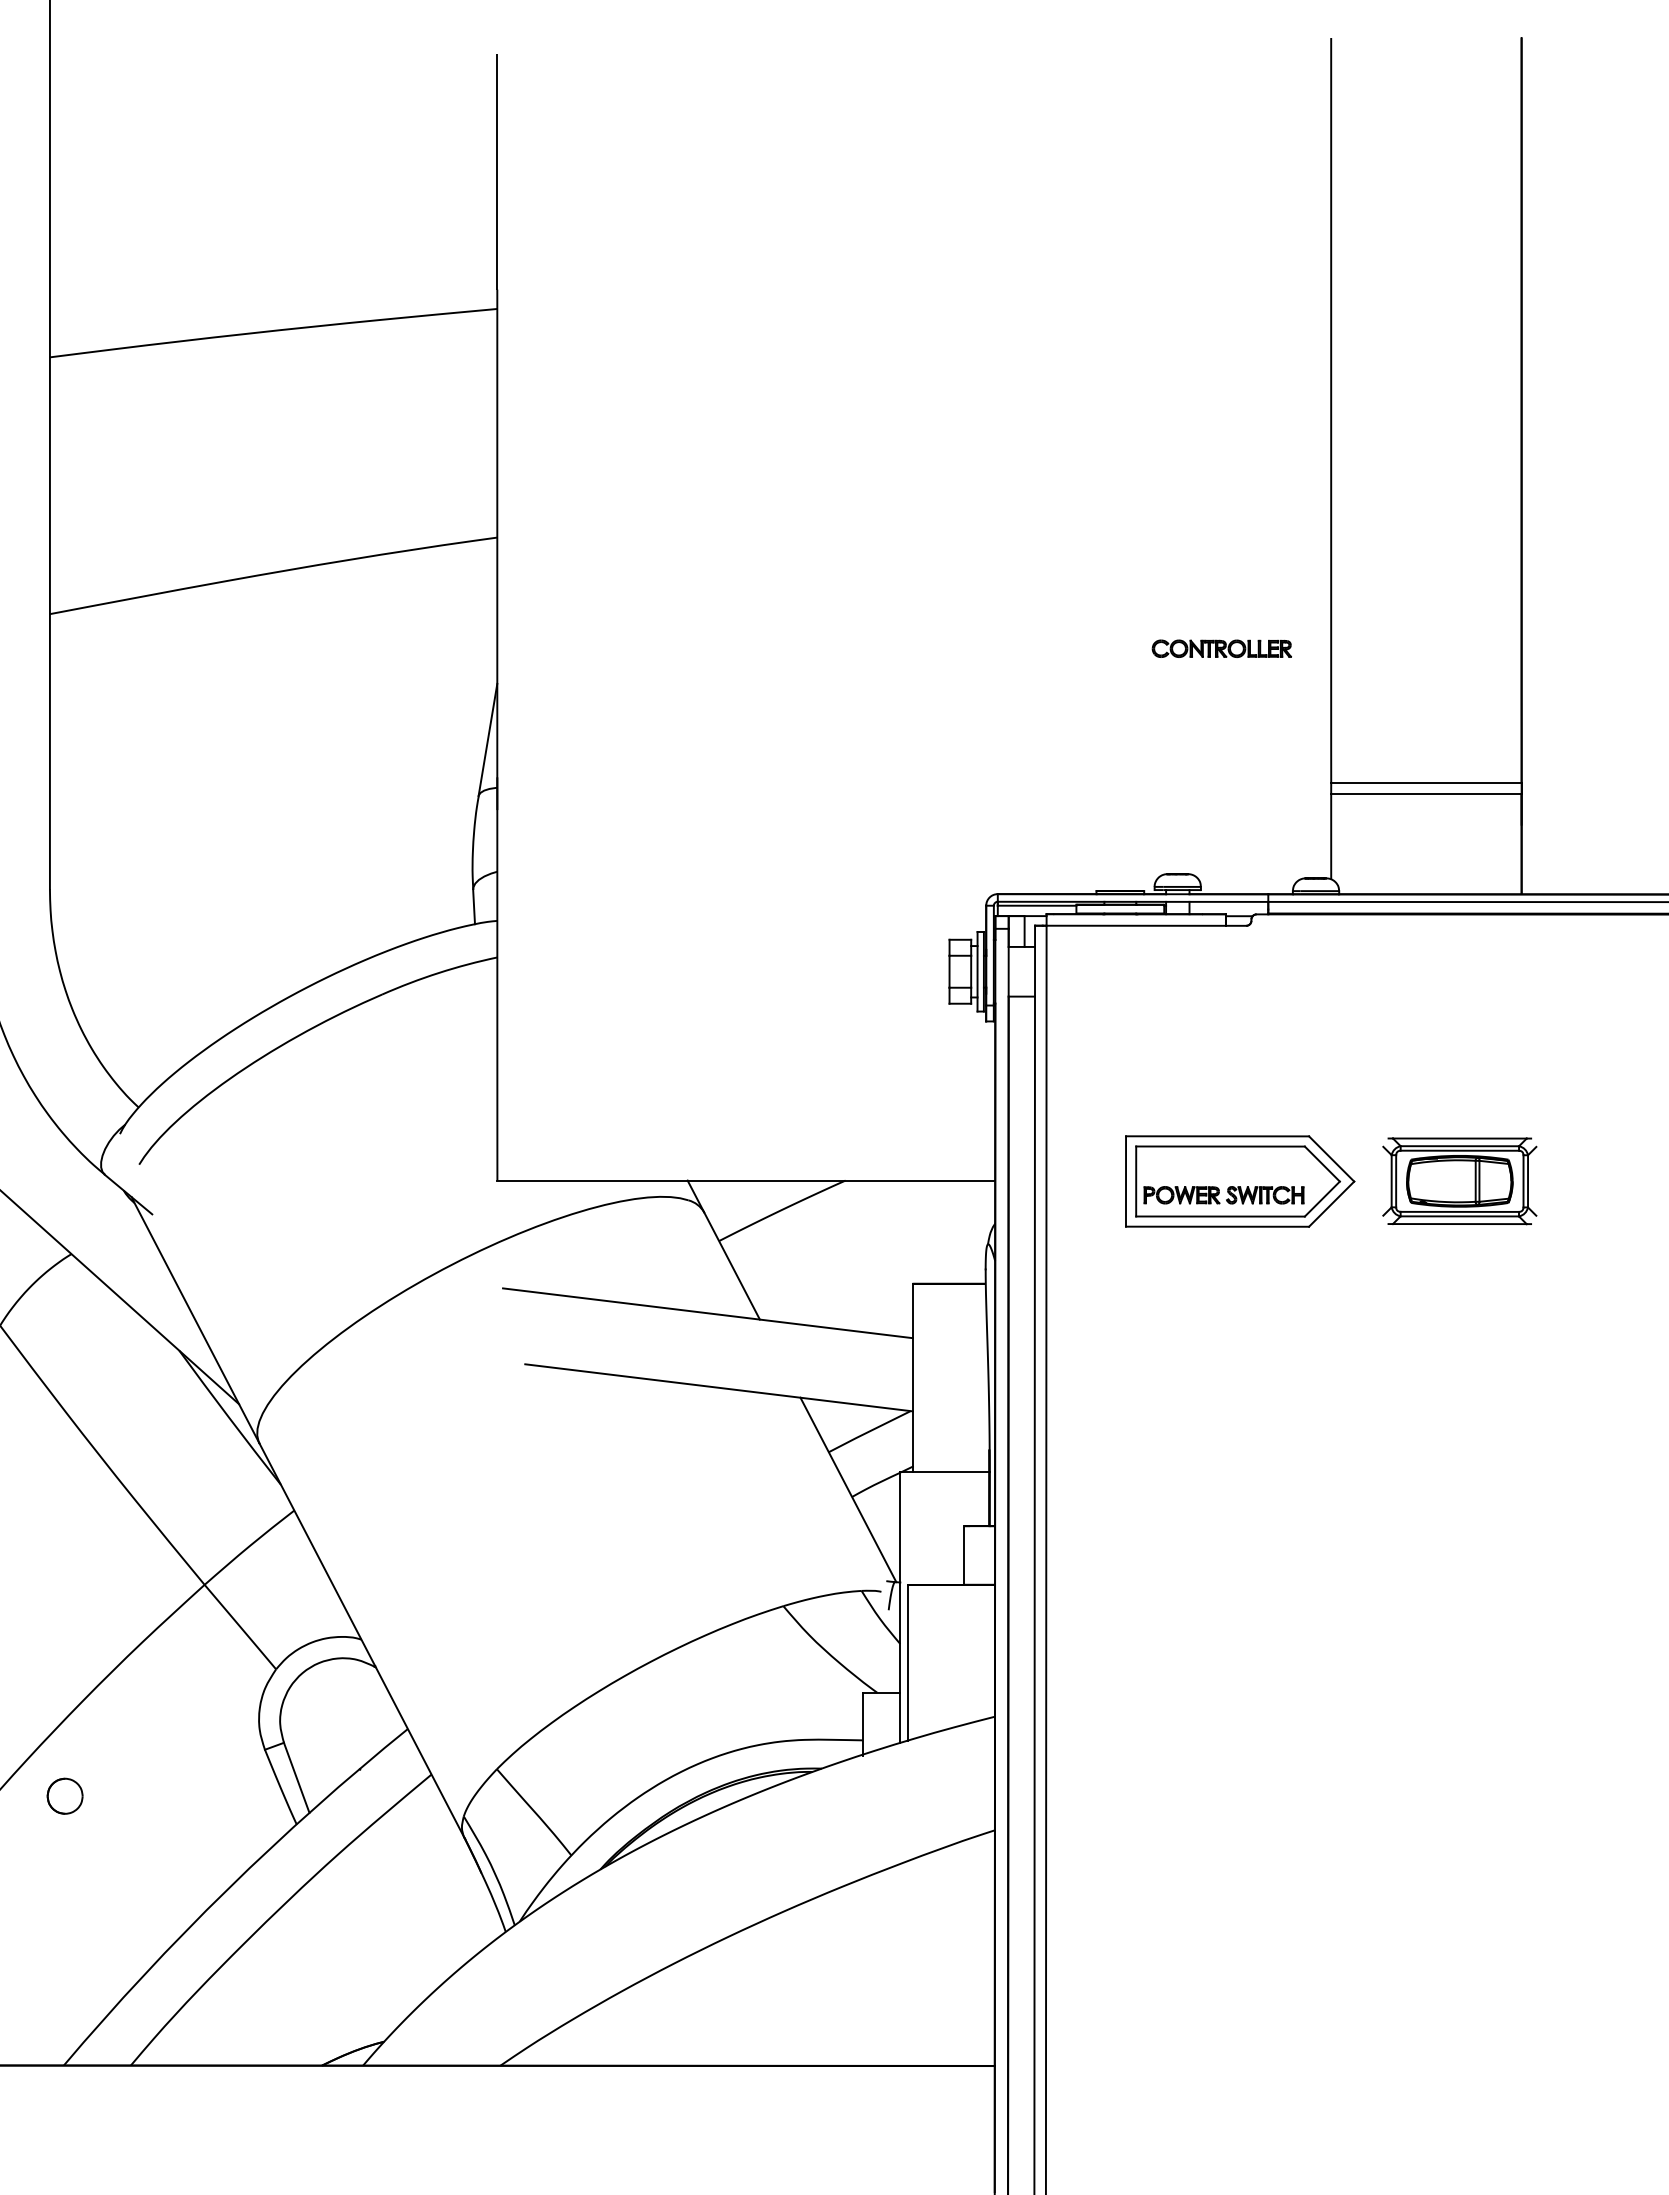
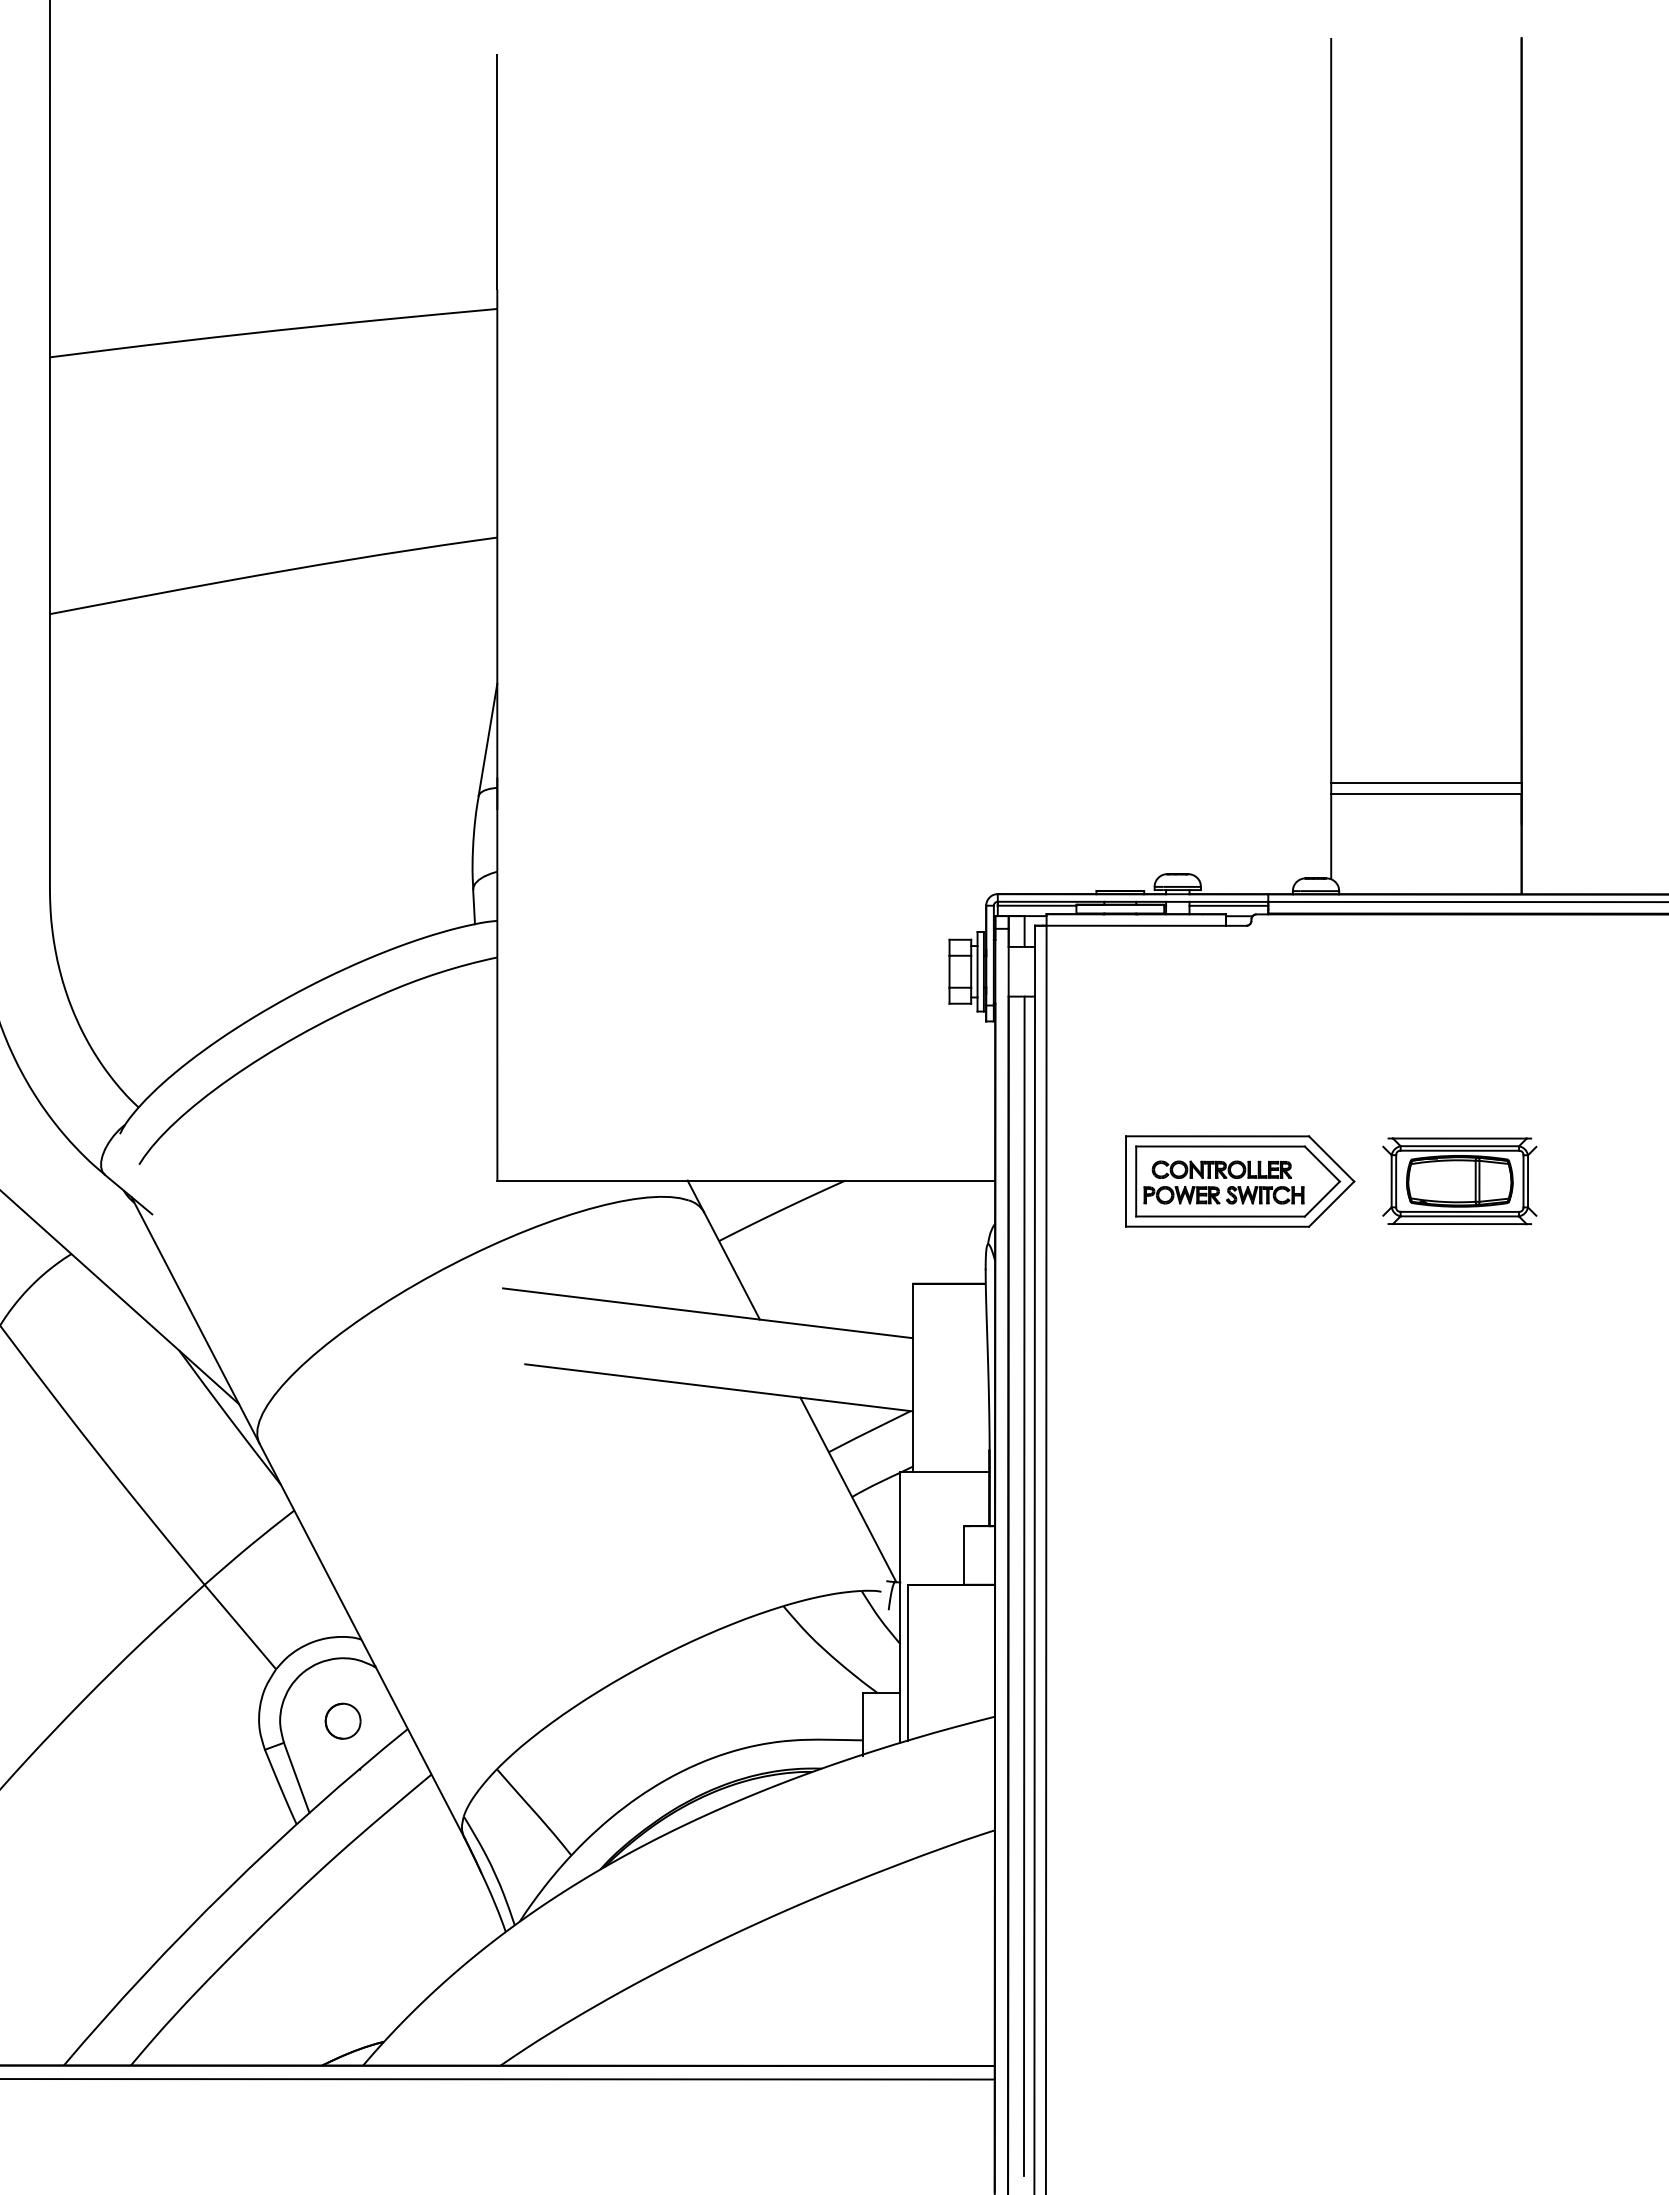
part at (1221, 648) position: (1221, 648) -> (1221, 1169)
line at (1228, 905): none -> present
line at (1023, 1585): none -> present
part at (64, 1795) position: (64, 1795) -> (342, 1720)
line at (498, 2079): none -> present
